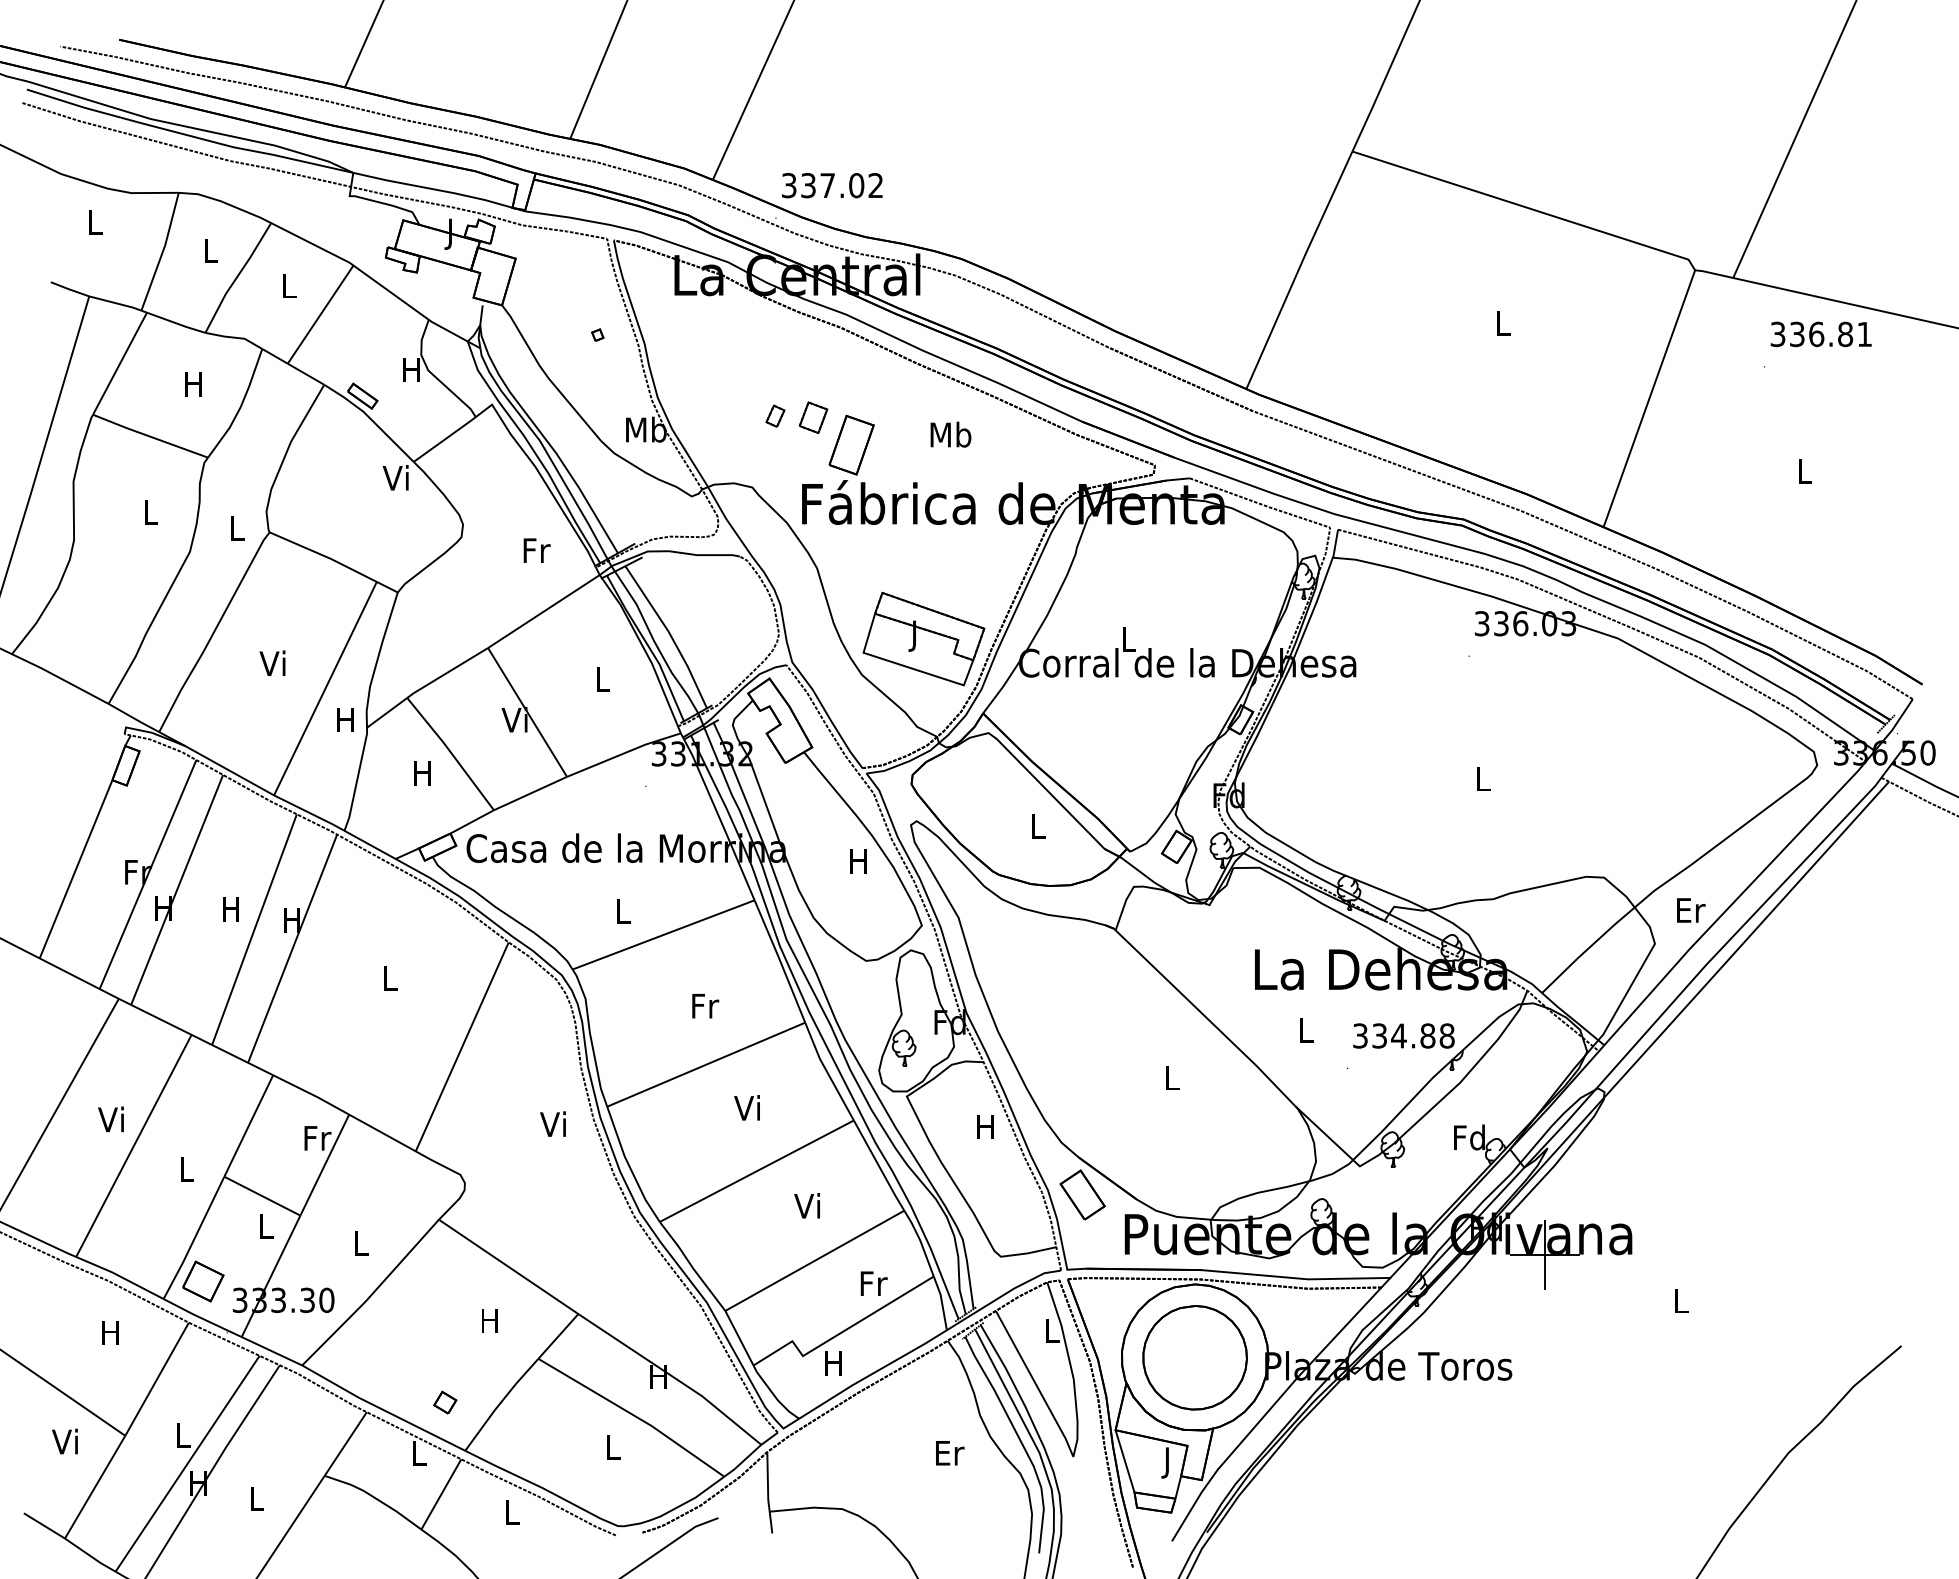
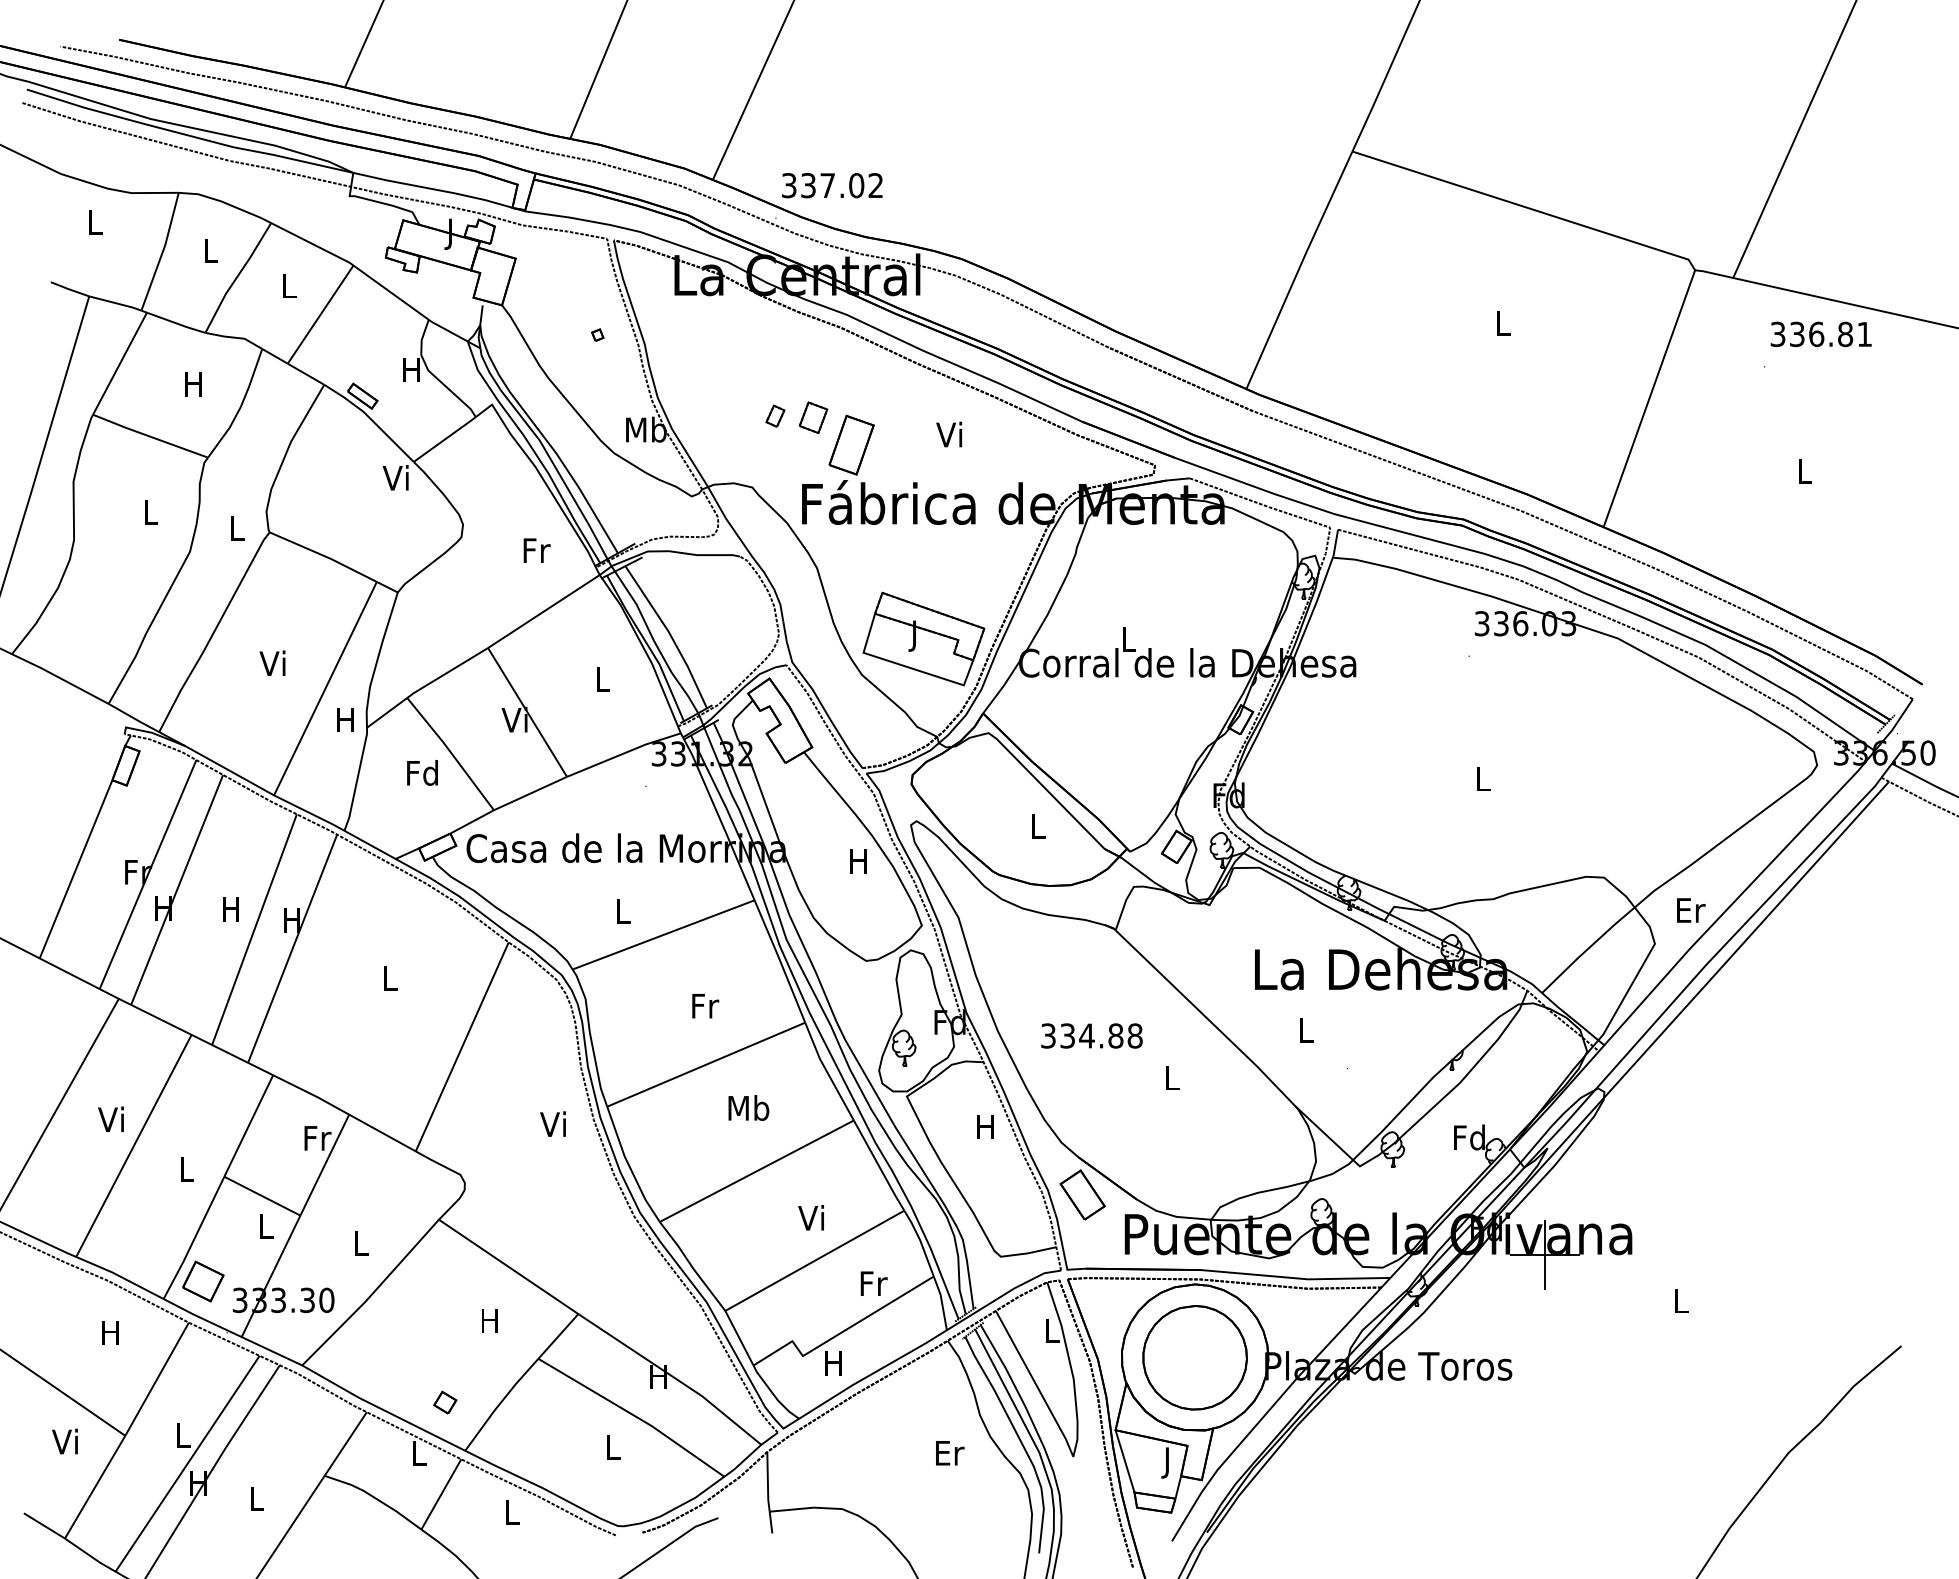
text at (950, 434): Mb -> Vi
text at (422, 772): H -> Fd
text at (1403, 1035) position: (1403, 1035) -> (1091, 1035)
text at (748, 1107): Vi -> Mb
text at (806, 1205) position: (806, 1205) -> (810, 1217)
